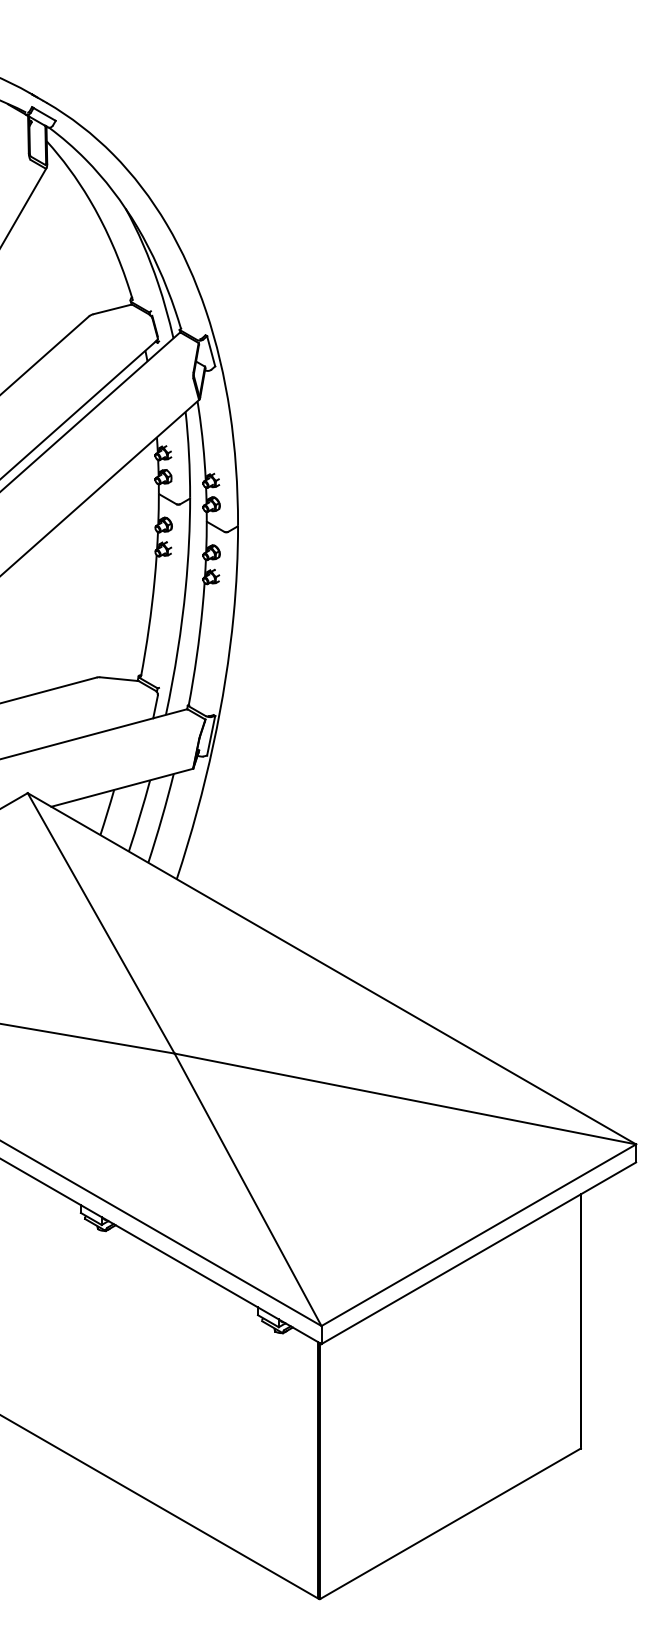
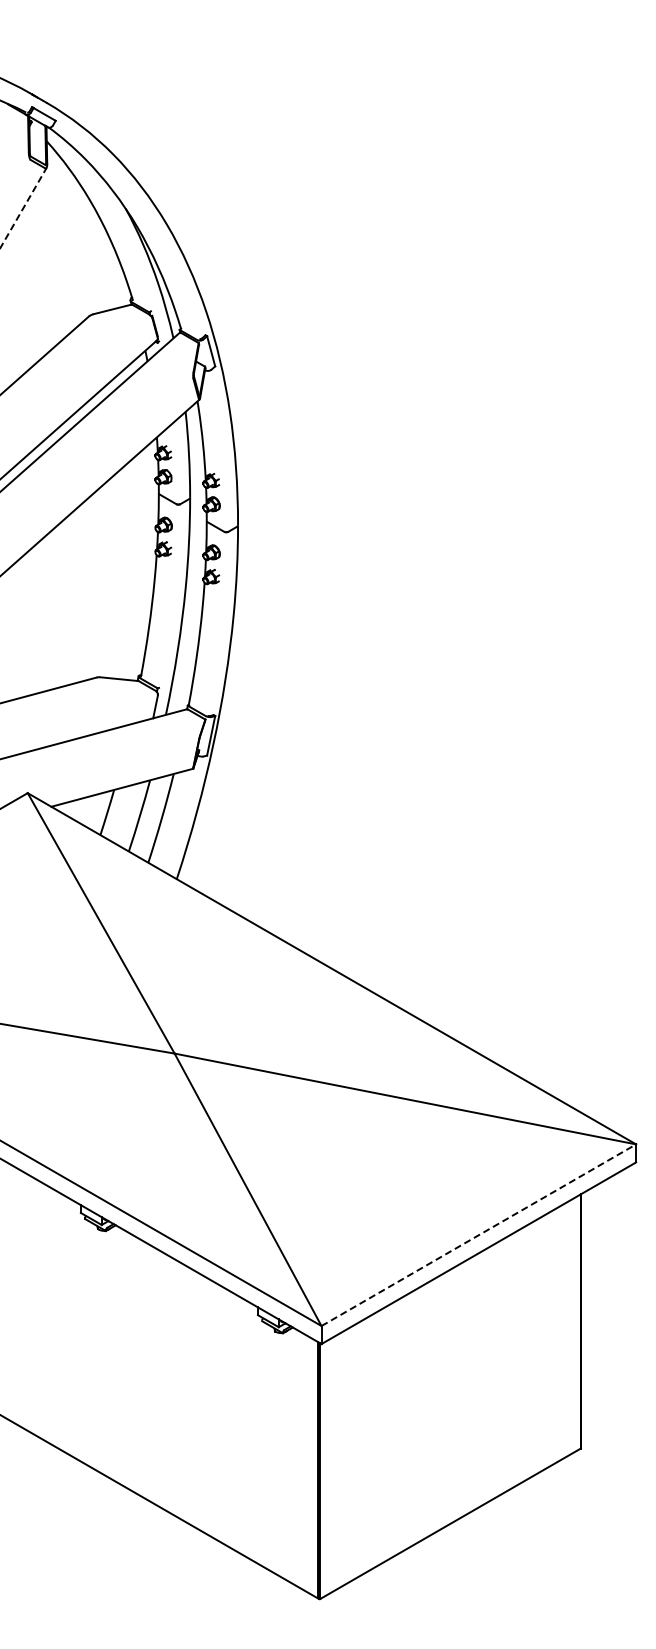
line at (23, 207): solid -> dashed
line at (478, 1235): solid -> dashed
